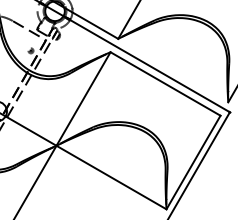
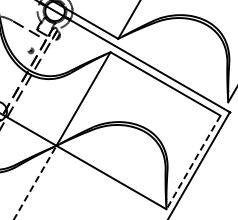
line at (193, 162): solid -> dashed
line at (35, 182): solid -> dashed
